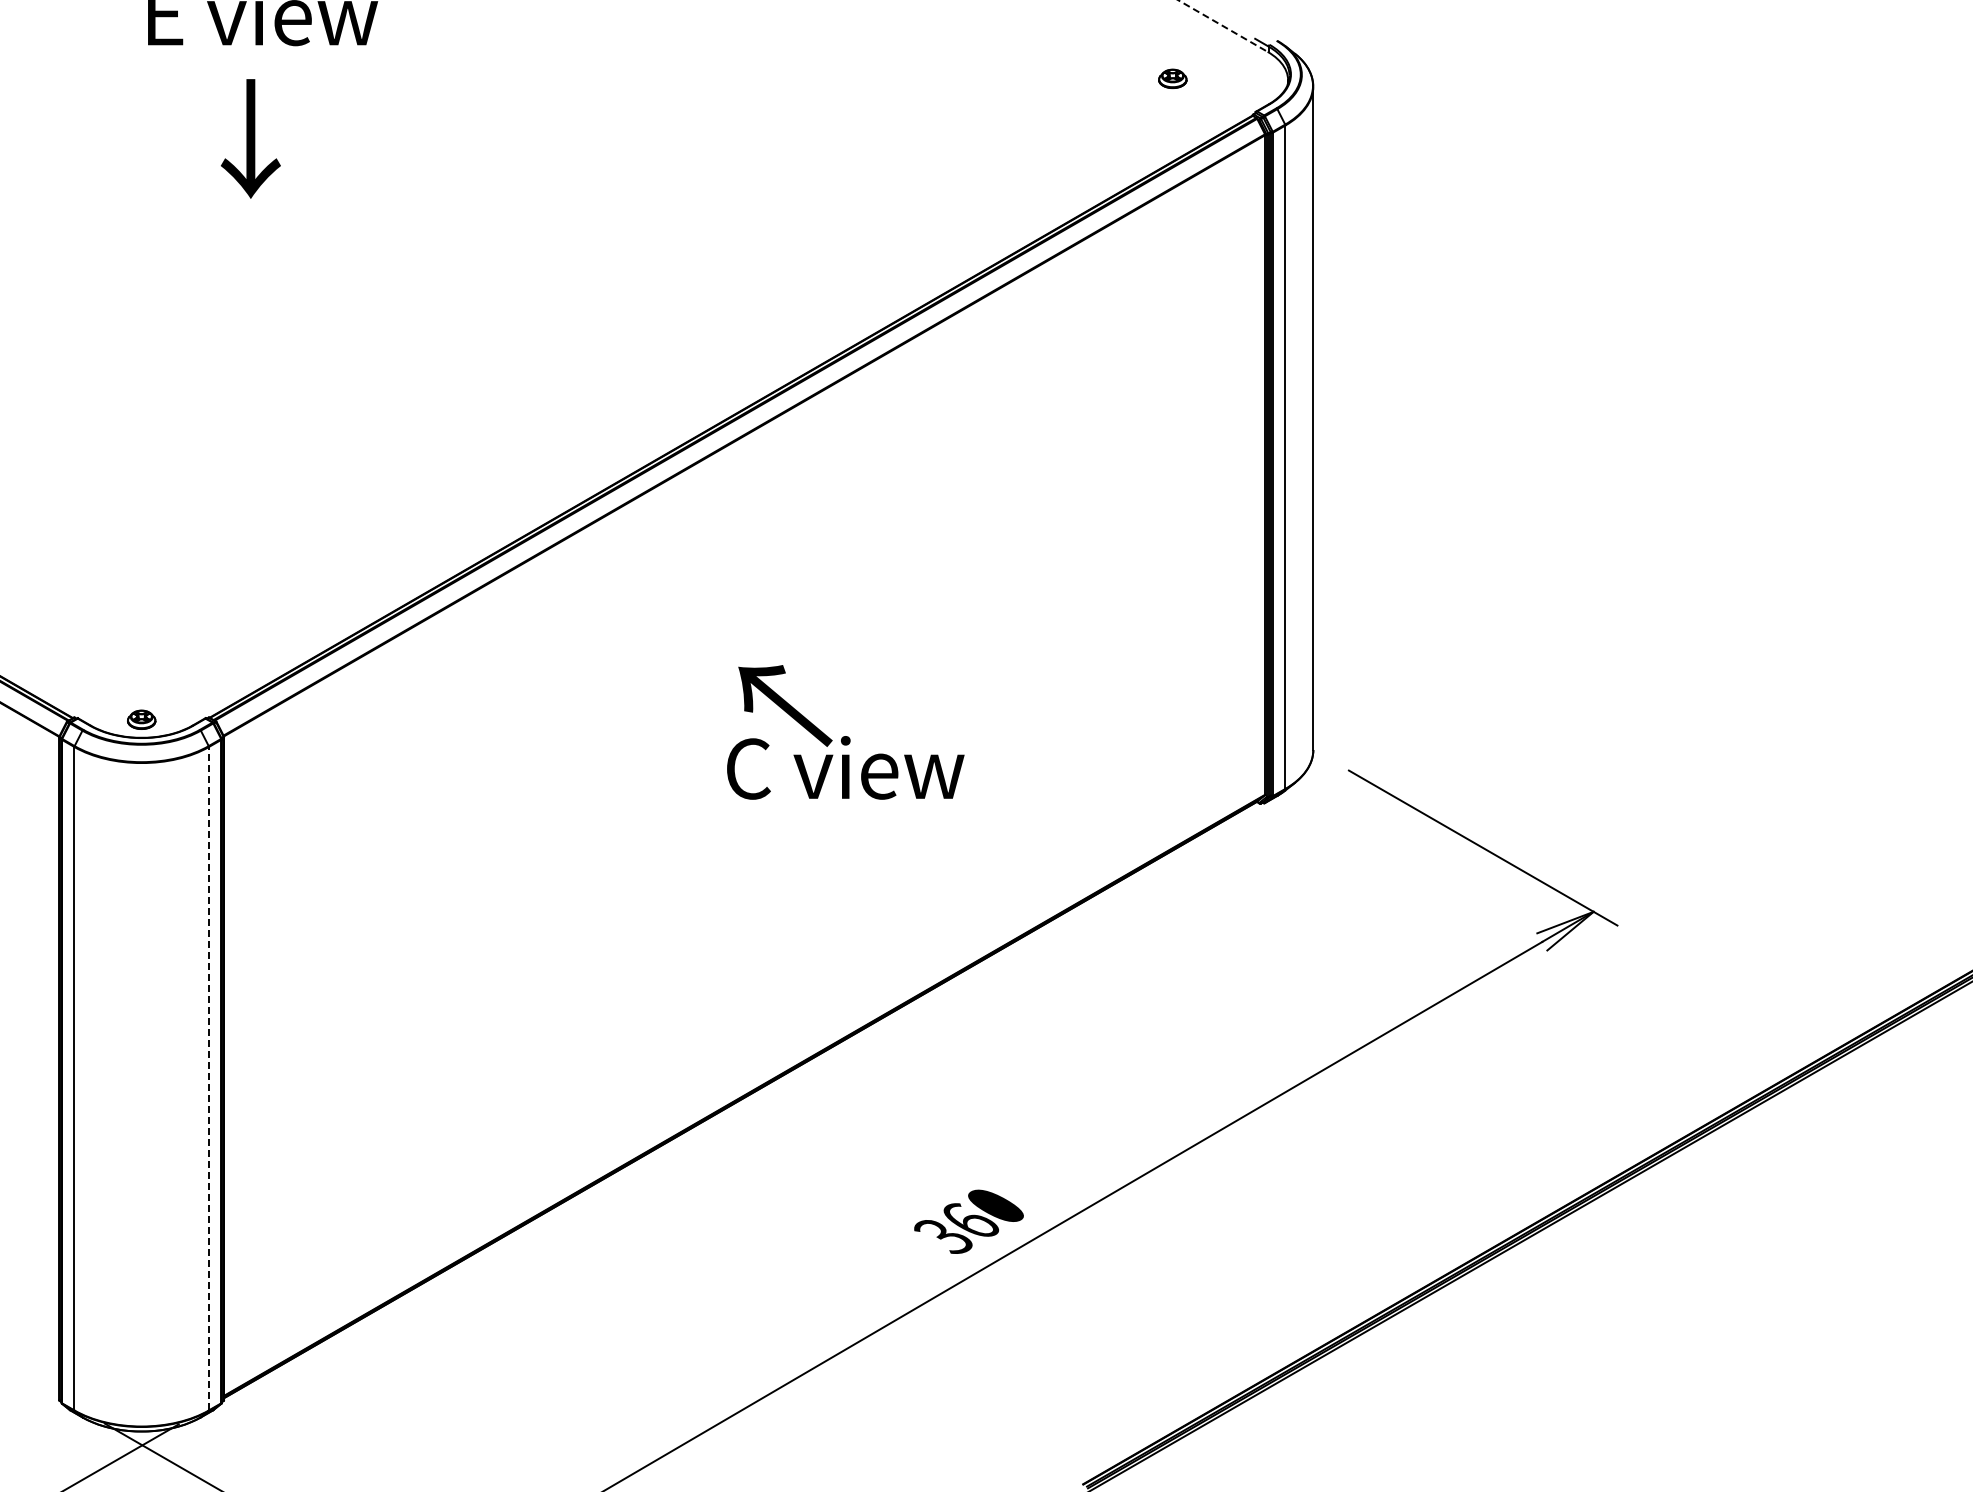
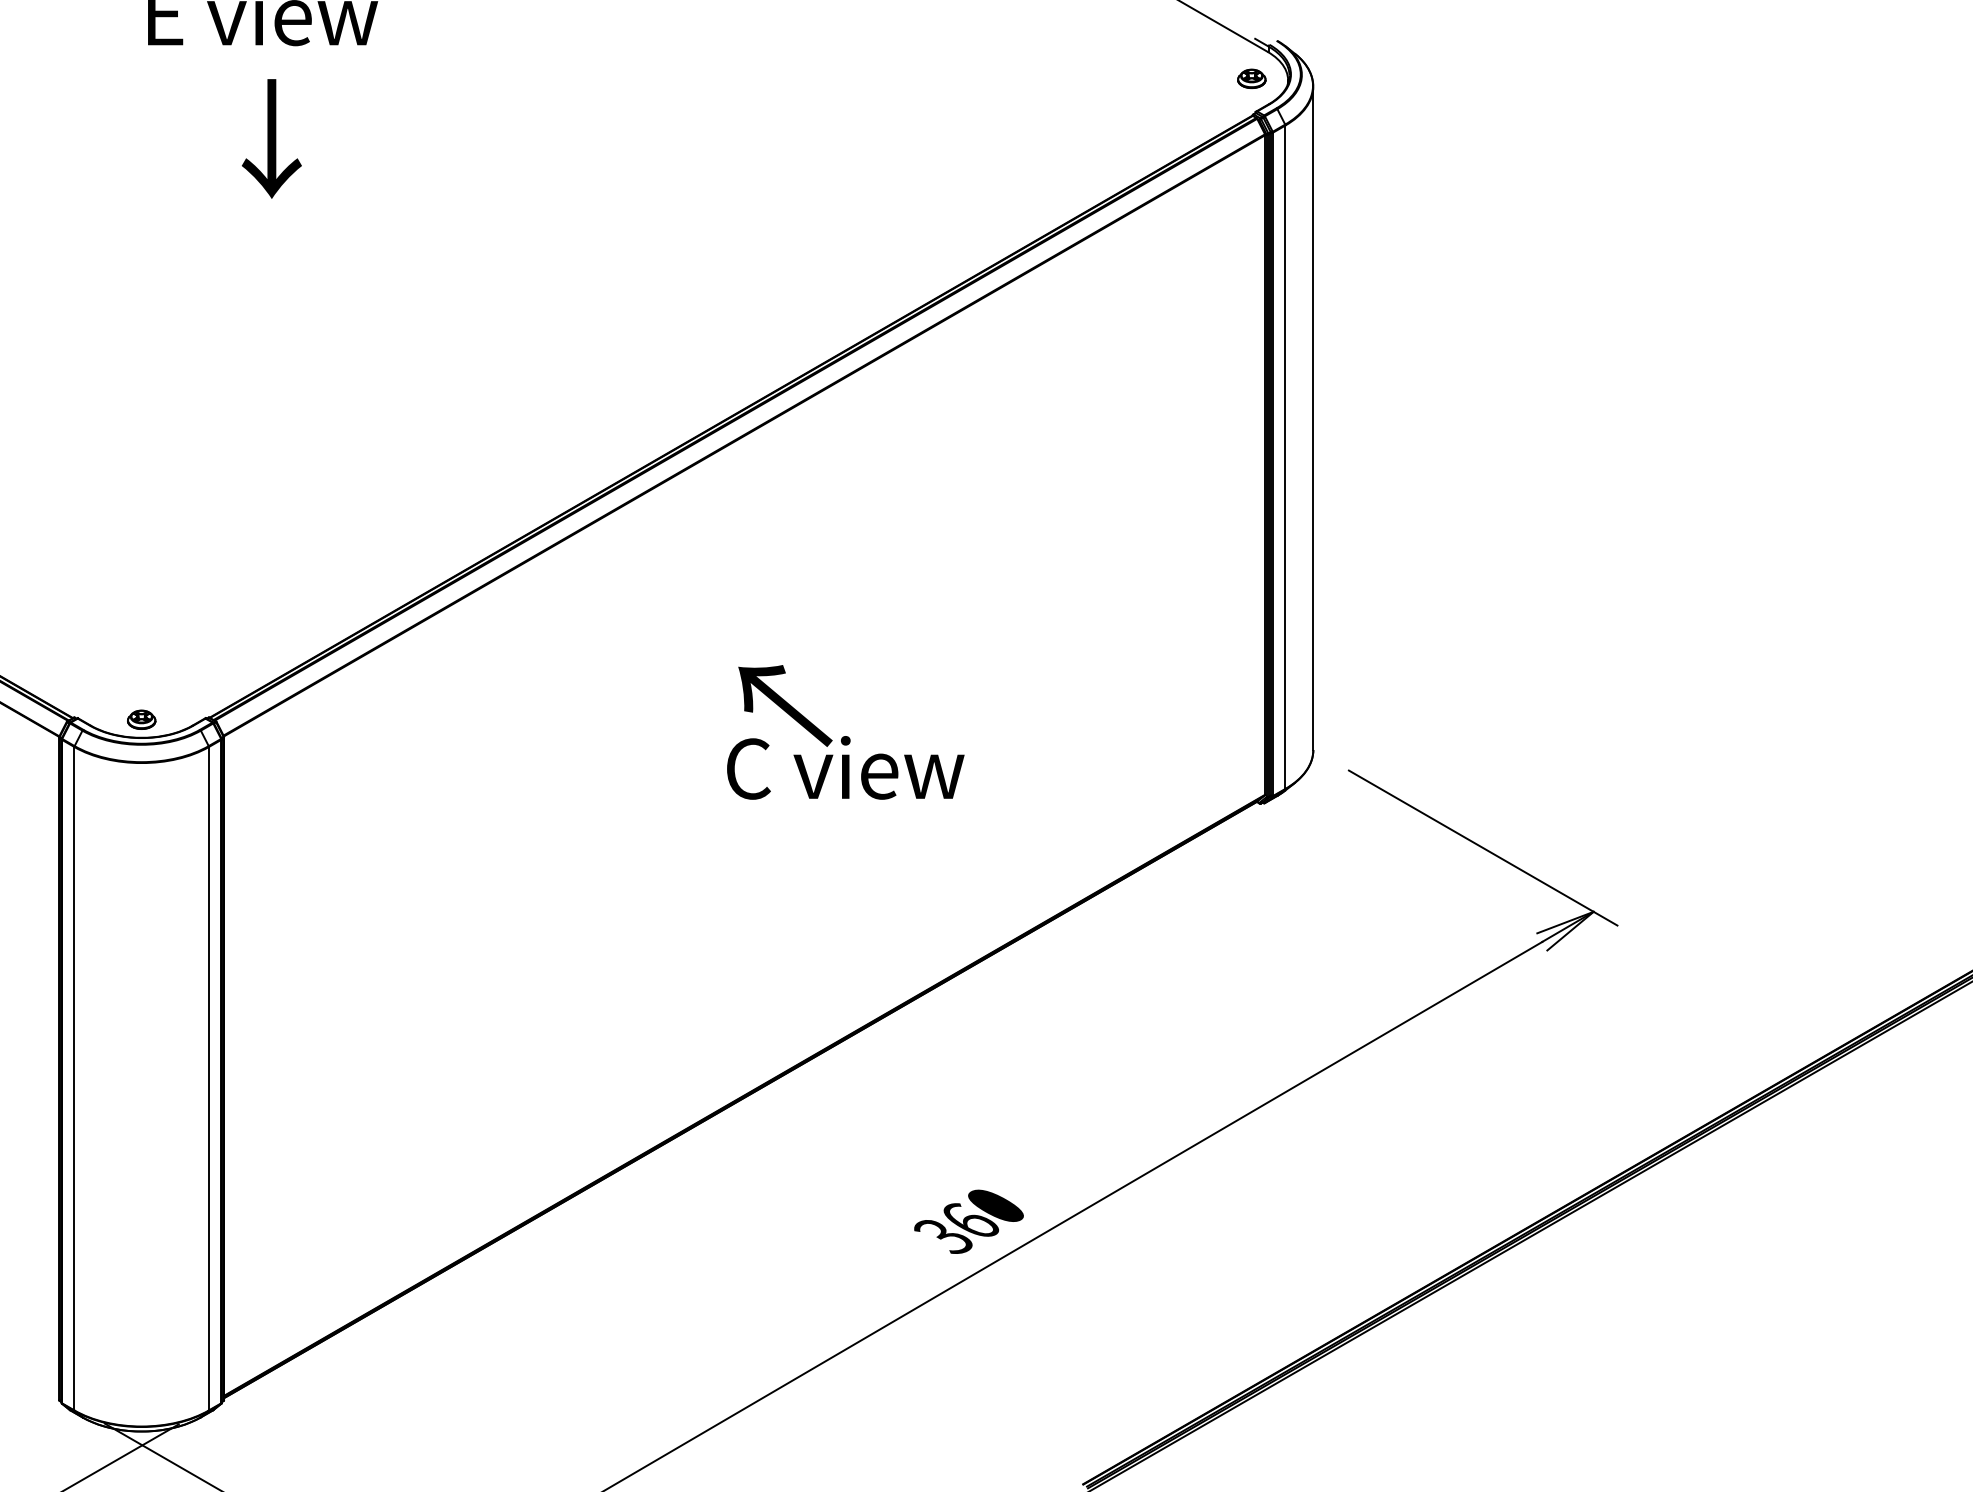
line at (1223, 26): dashed -> solid
part at (1172, 78) position: (1172, 78) -> (1251, 78)
text at (250, 138) position: (250, 138) -> (271, 138)
line at (208, 1078): dashed -> solid
